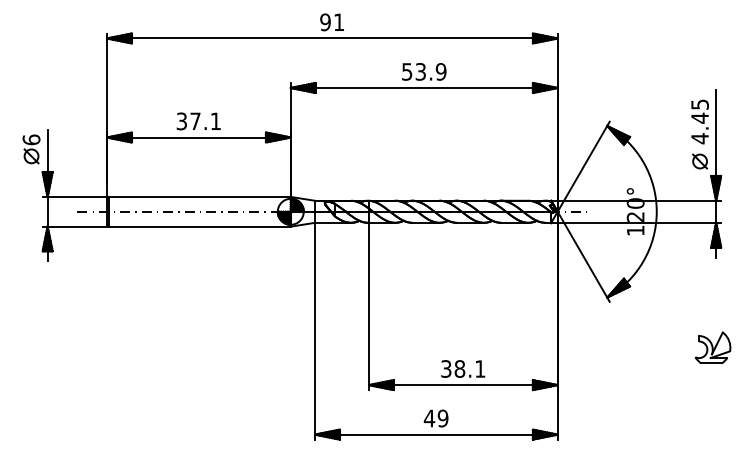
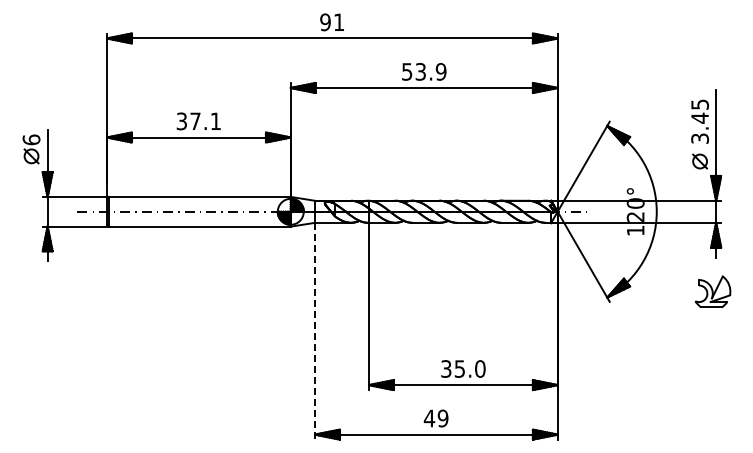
text at (699, 138): 4.45 -> 3.45
line at (315, 331): solid -> dashed
part at (712, 347) position: (712, 347) -> (712, 291)
text at (469, 368): 38.1 -> 35.0
